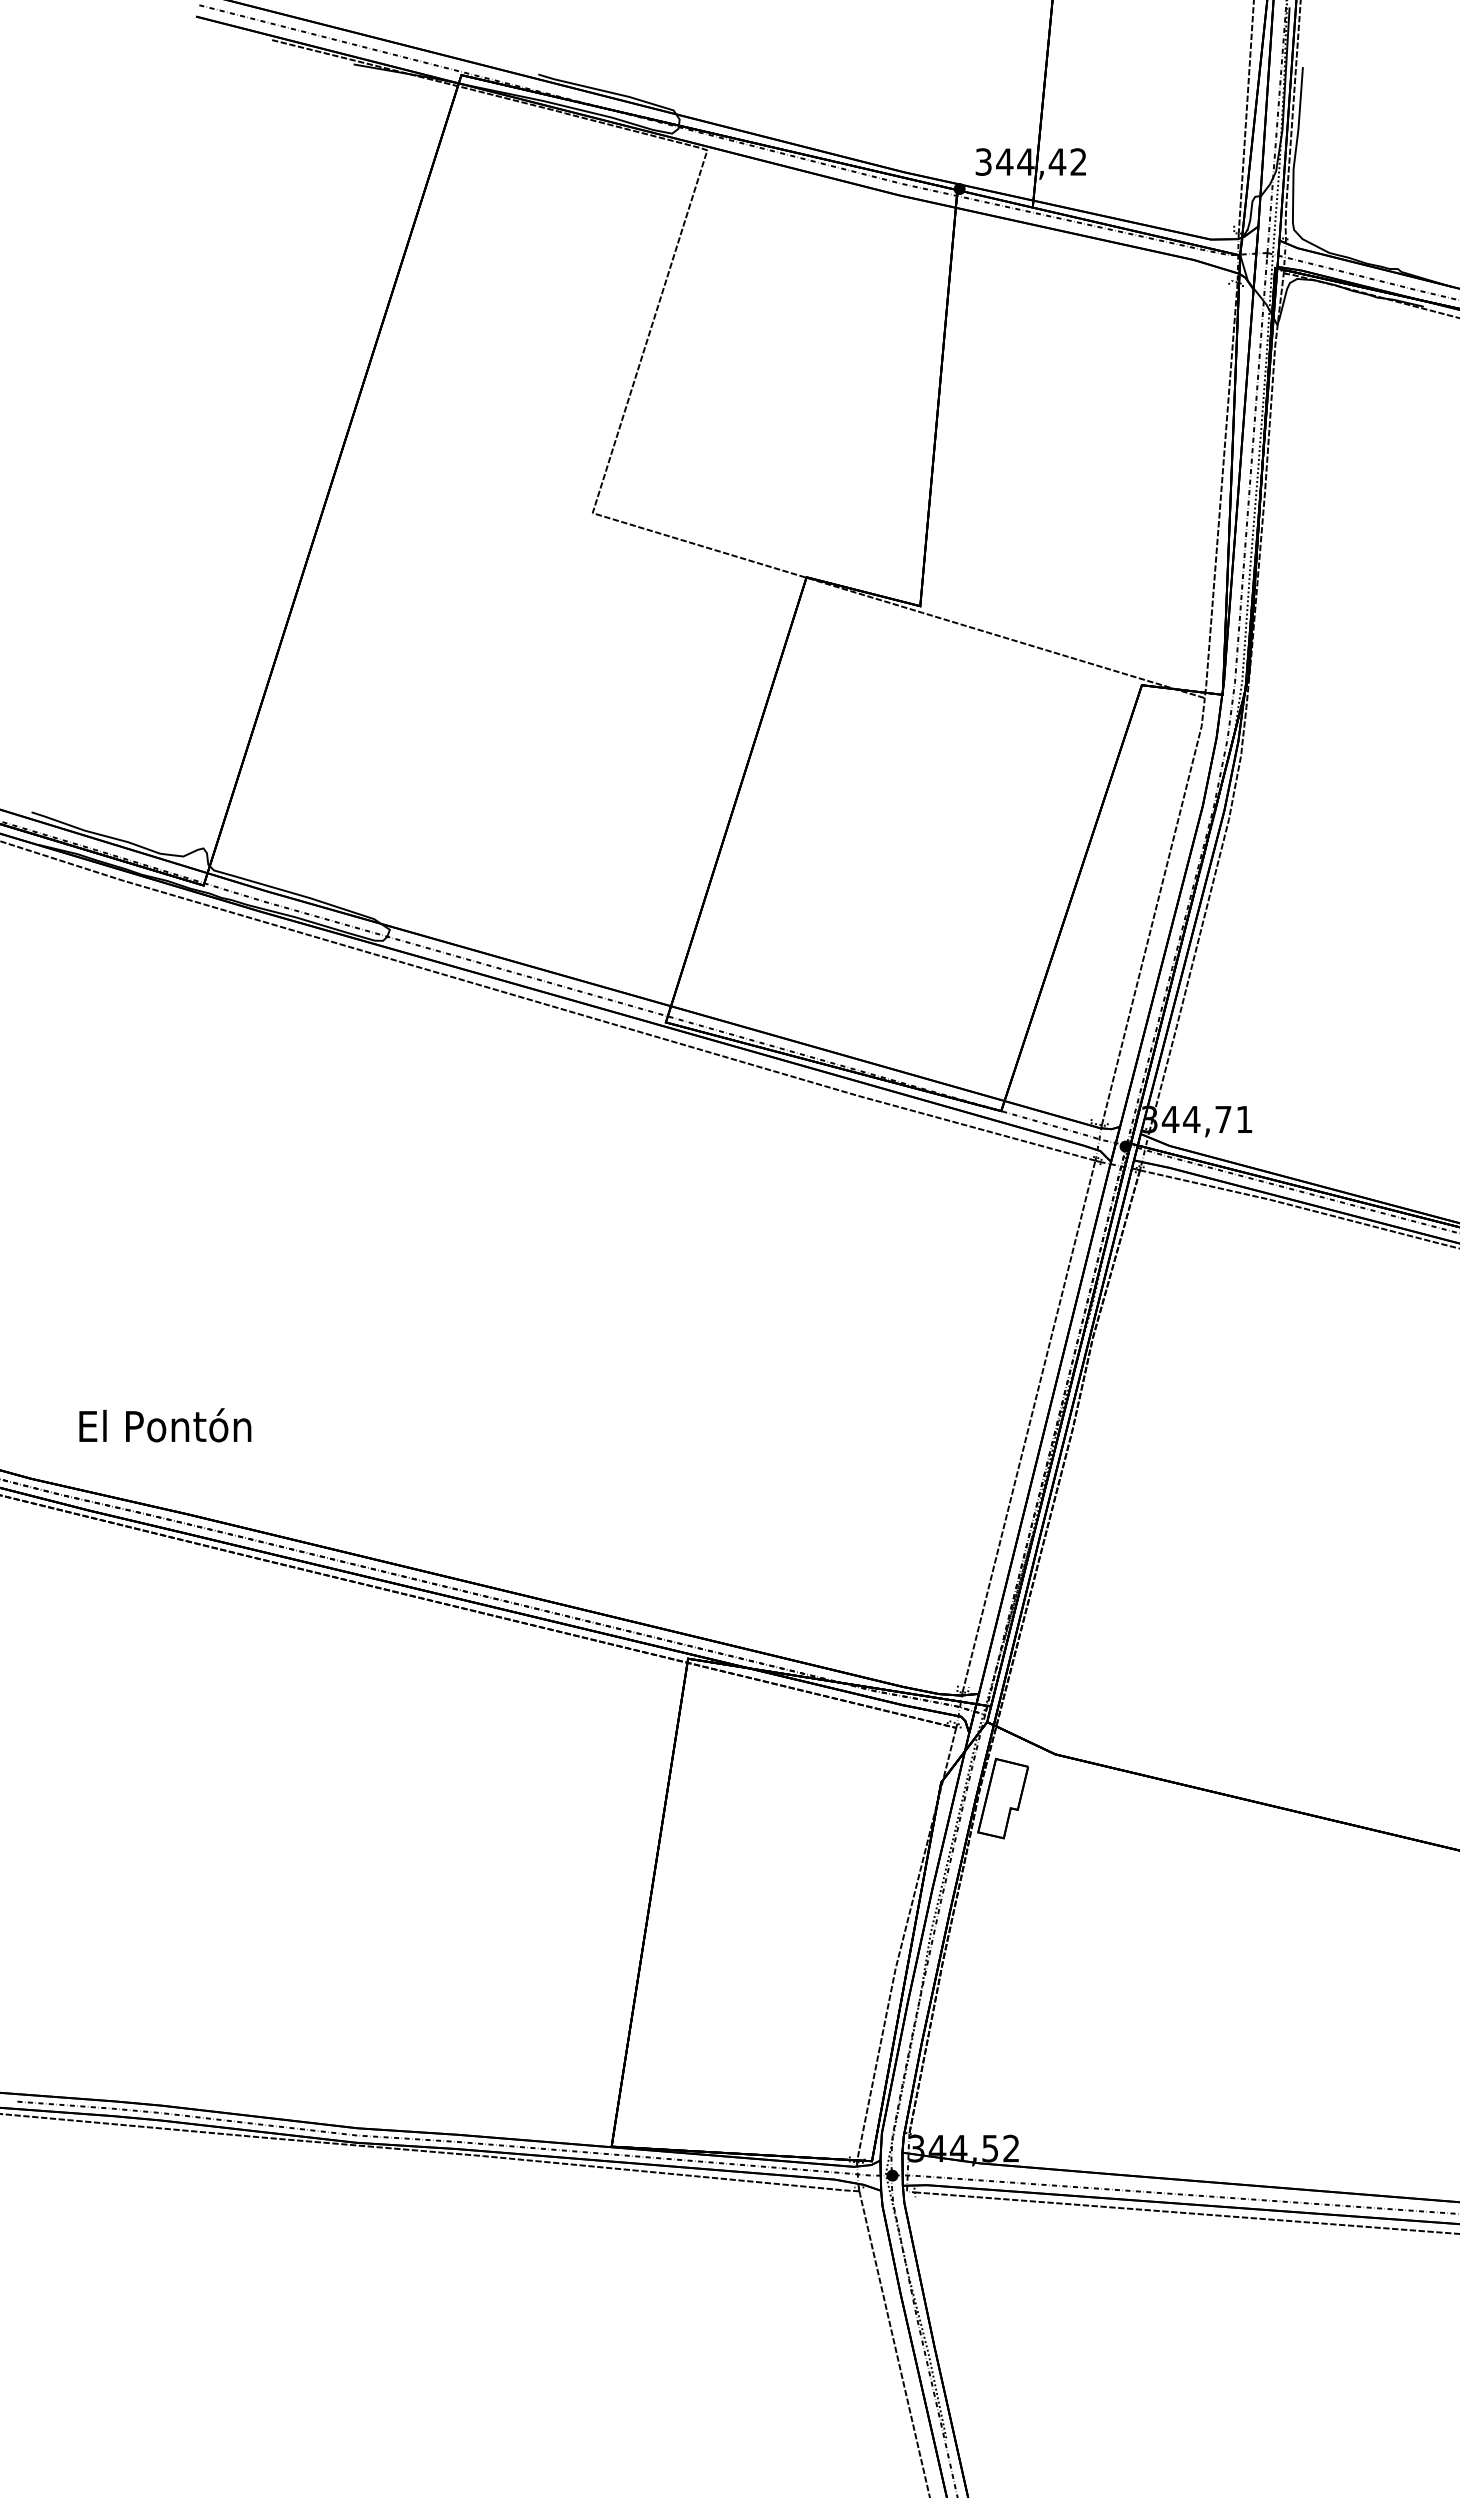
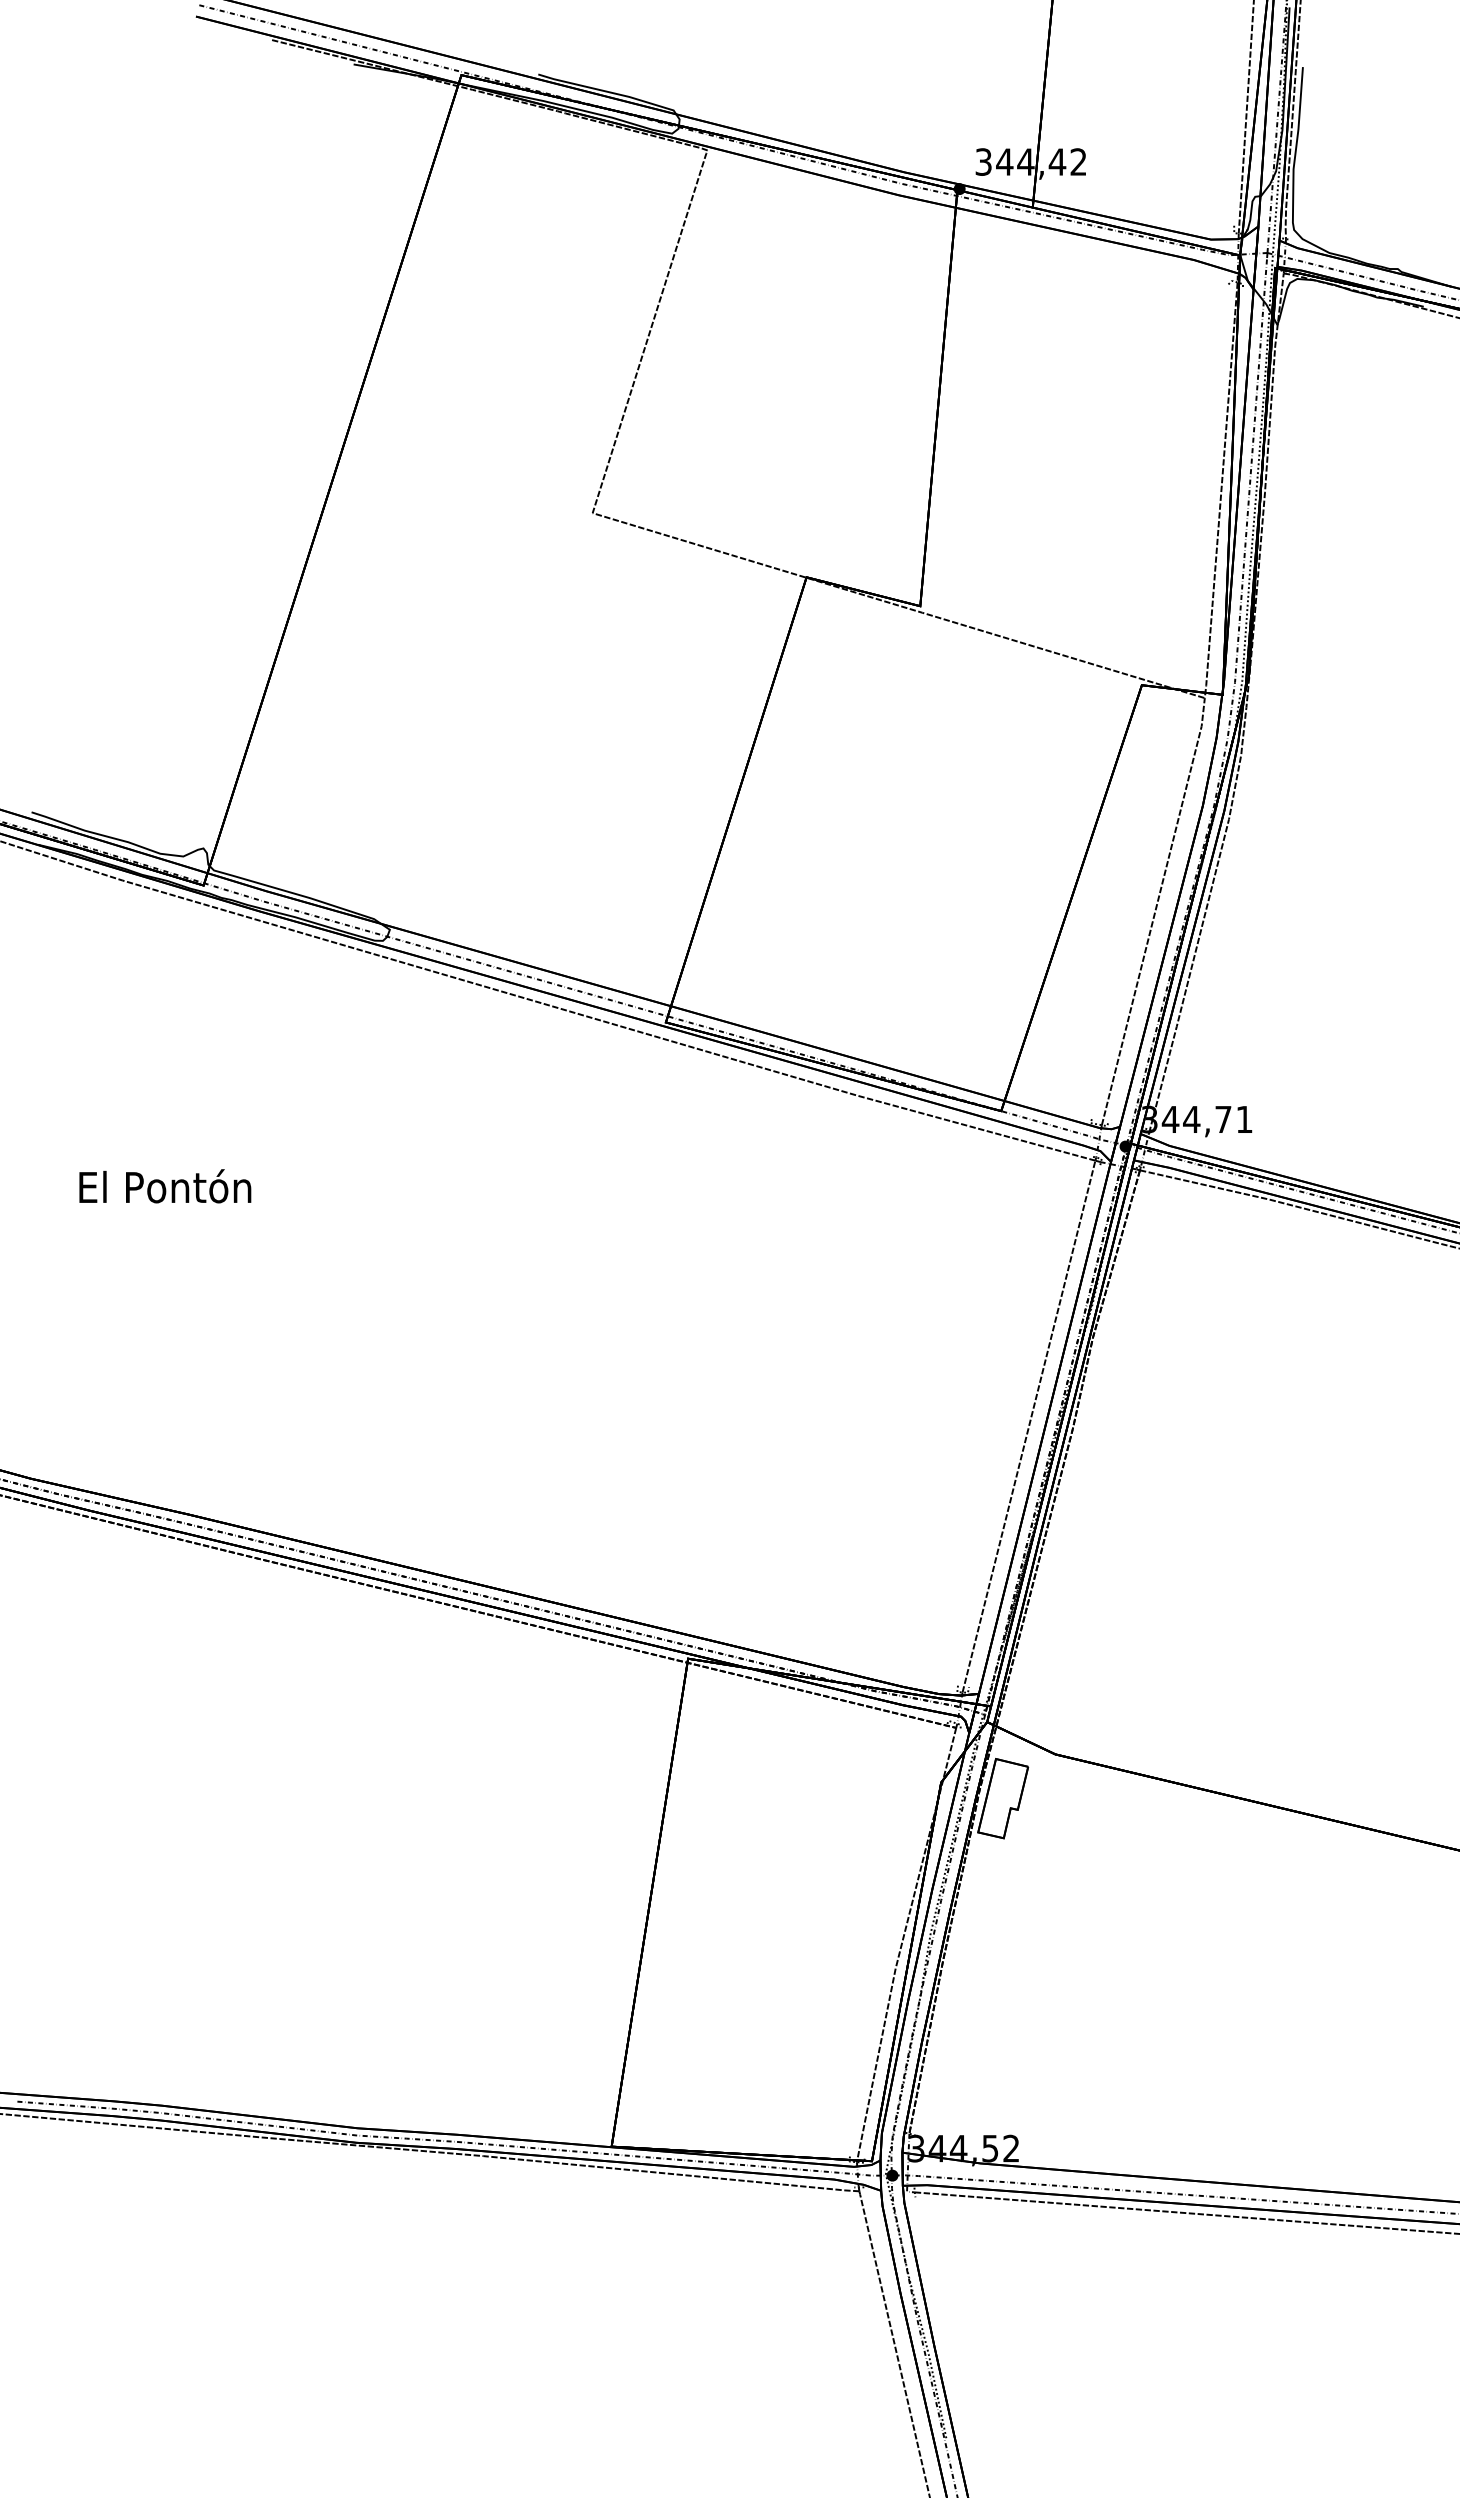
text at (165, 1425) position: (165, 1425) -> (165, 1186)
